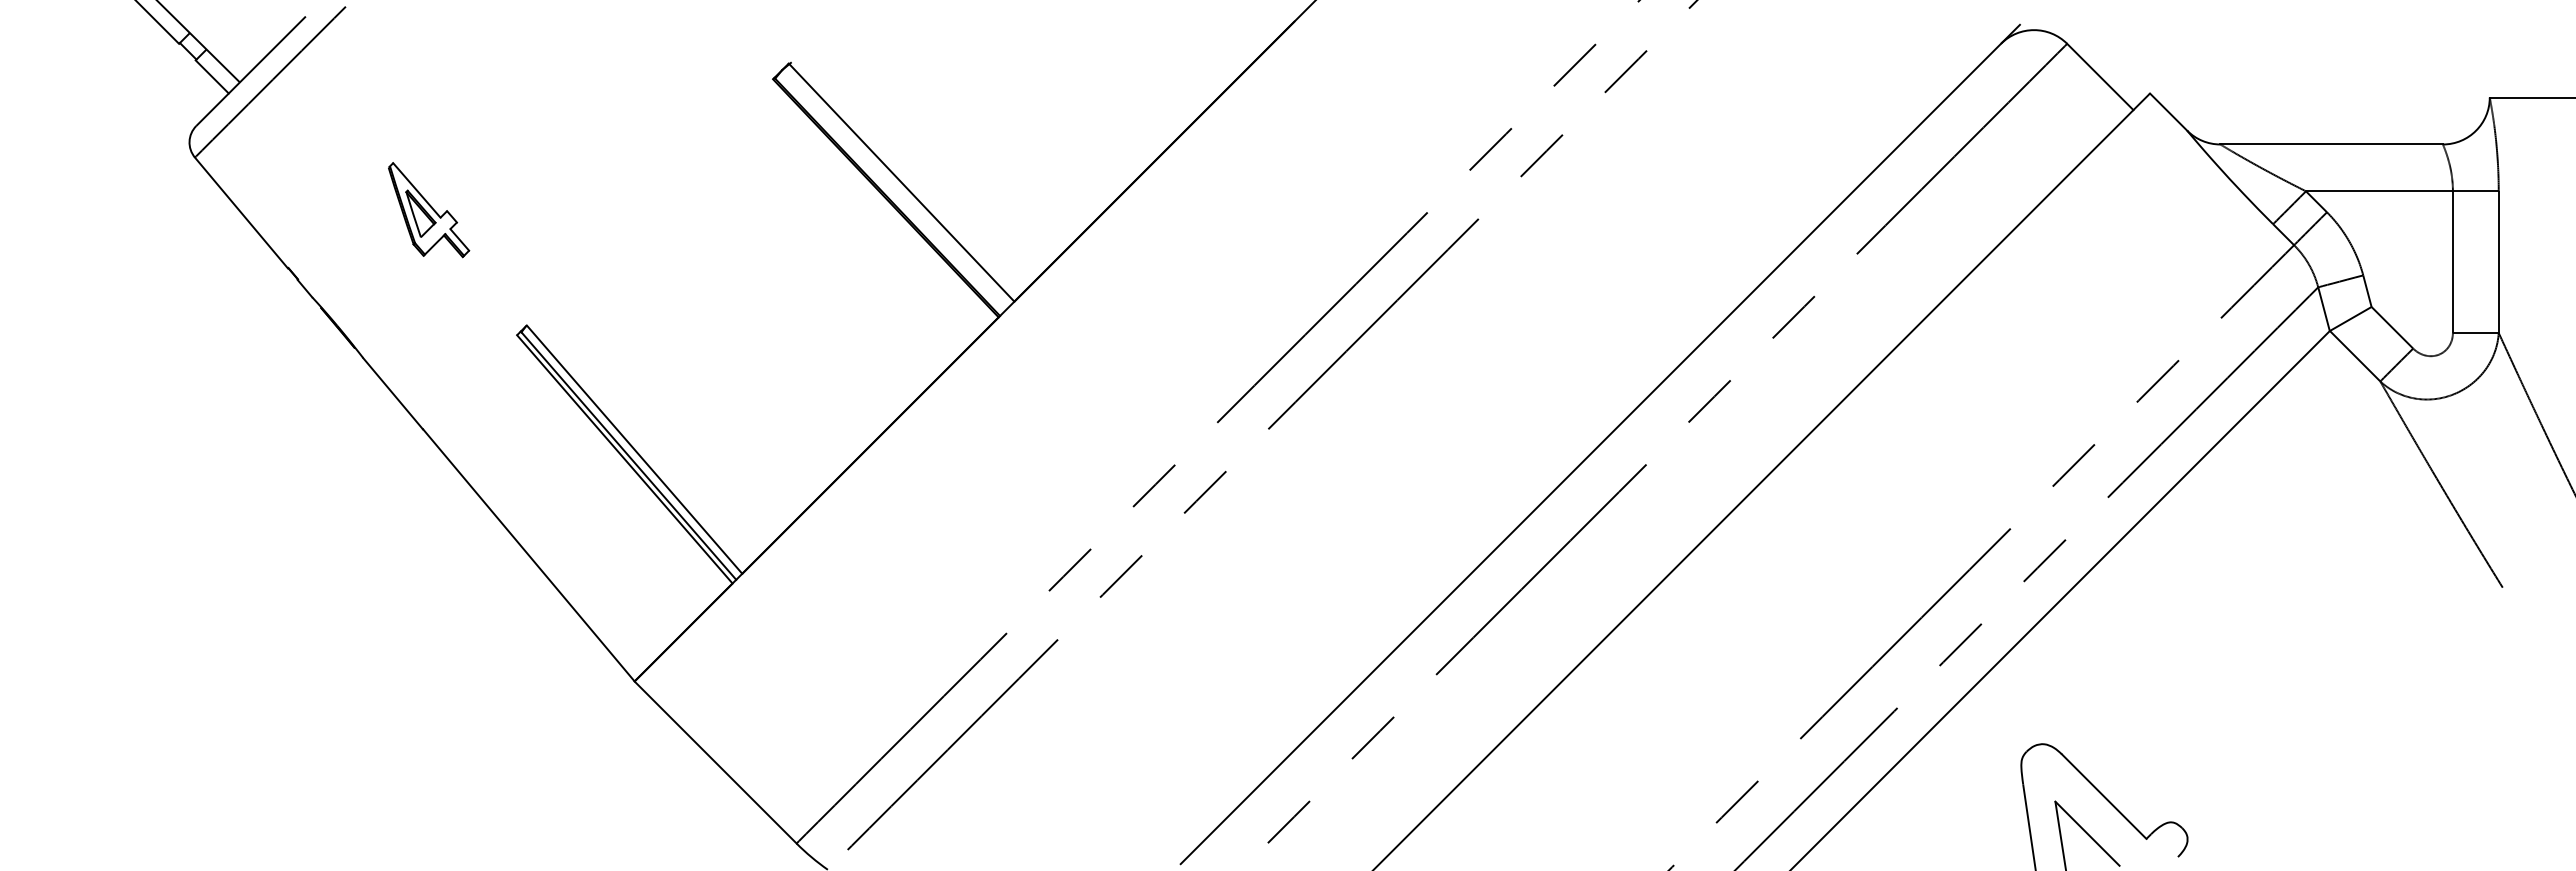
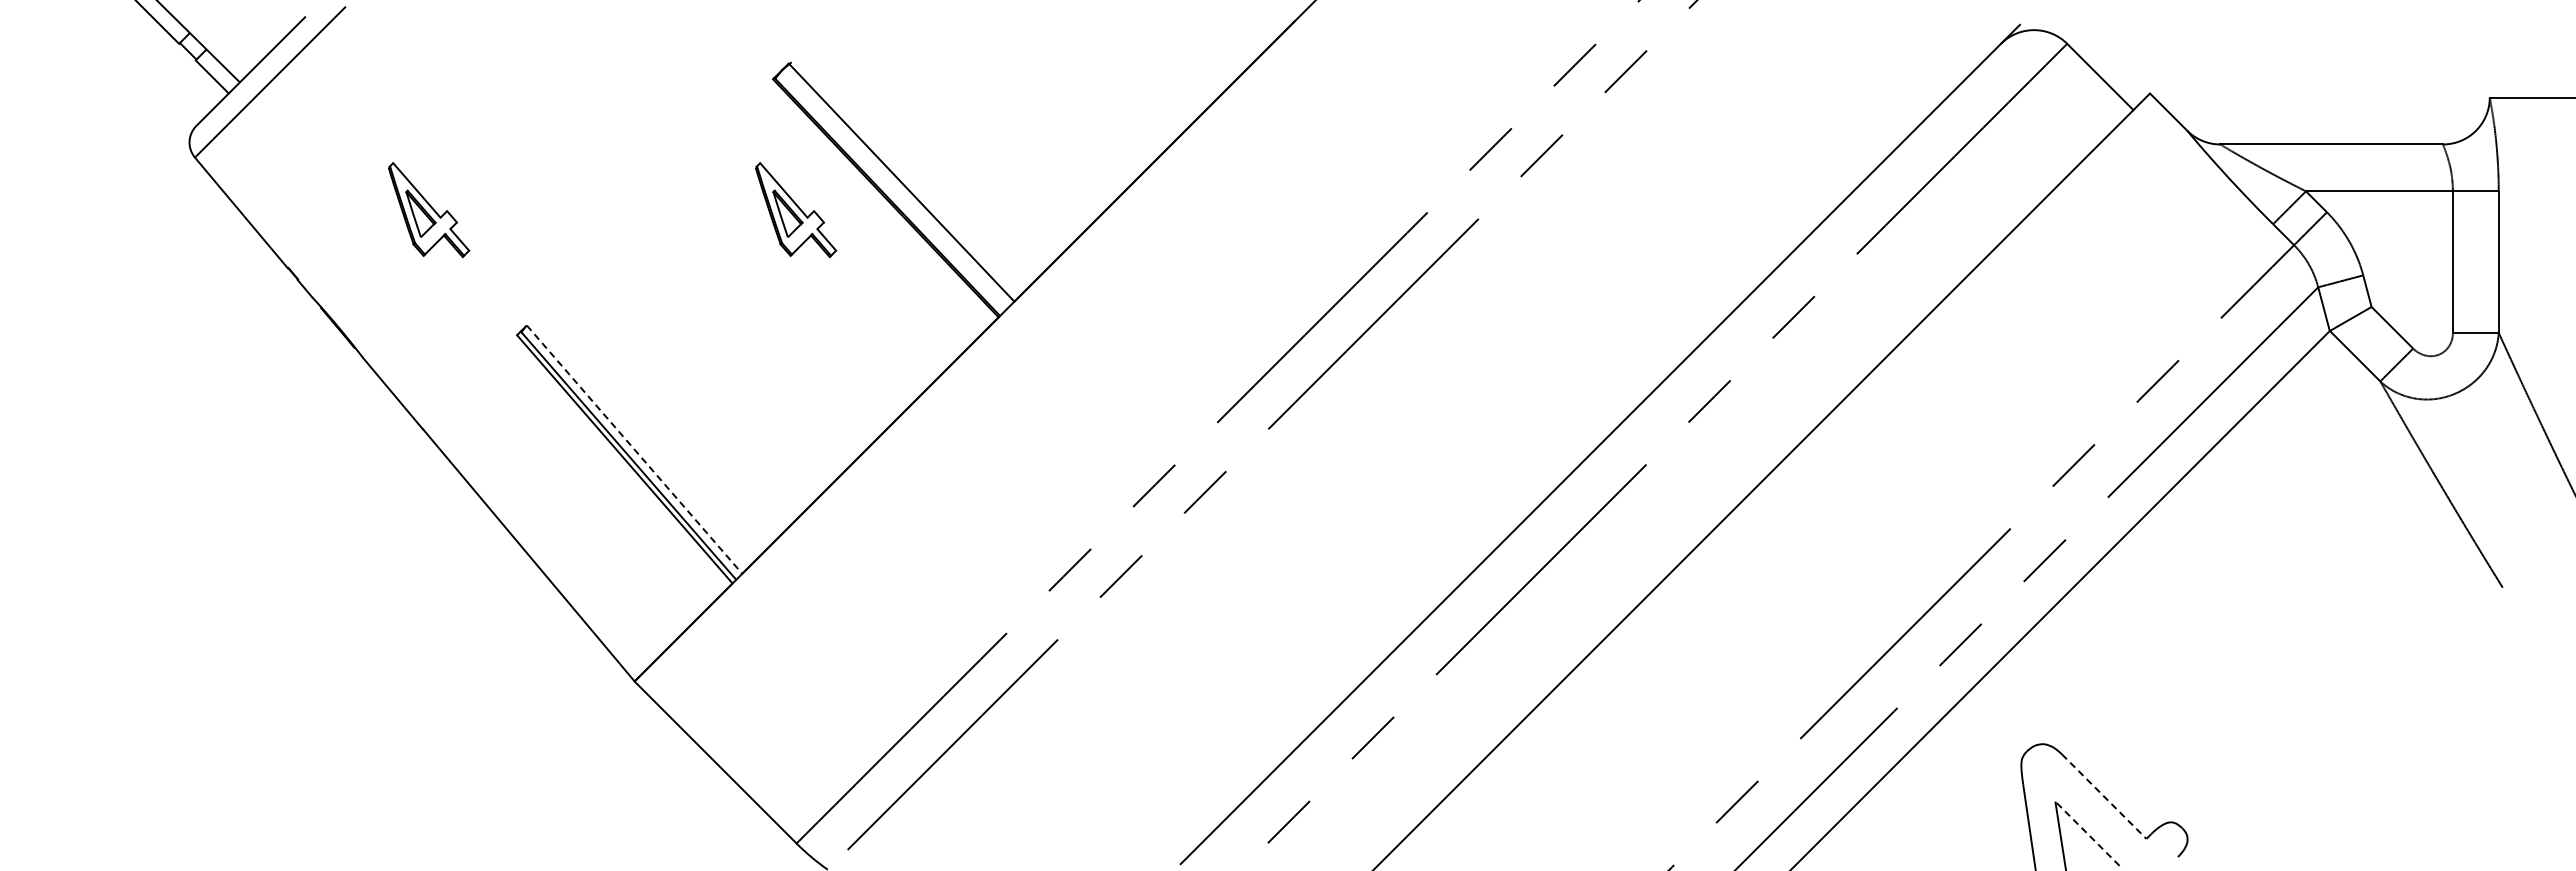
part at (796, 210): none -> present
line at (634, 450): solid -> dashed
line at (2104, 796): solid -> dashed
line at (2087, 833): solid -> dashed
